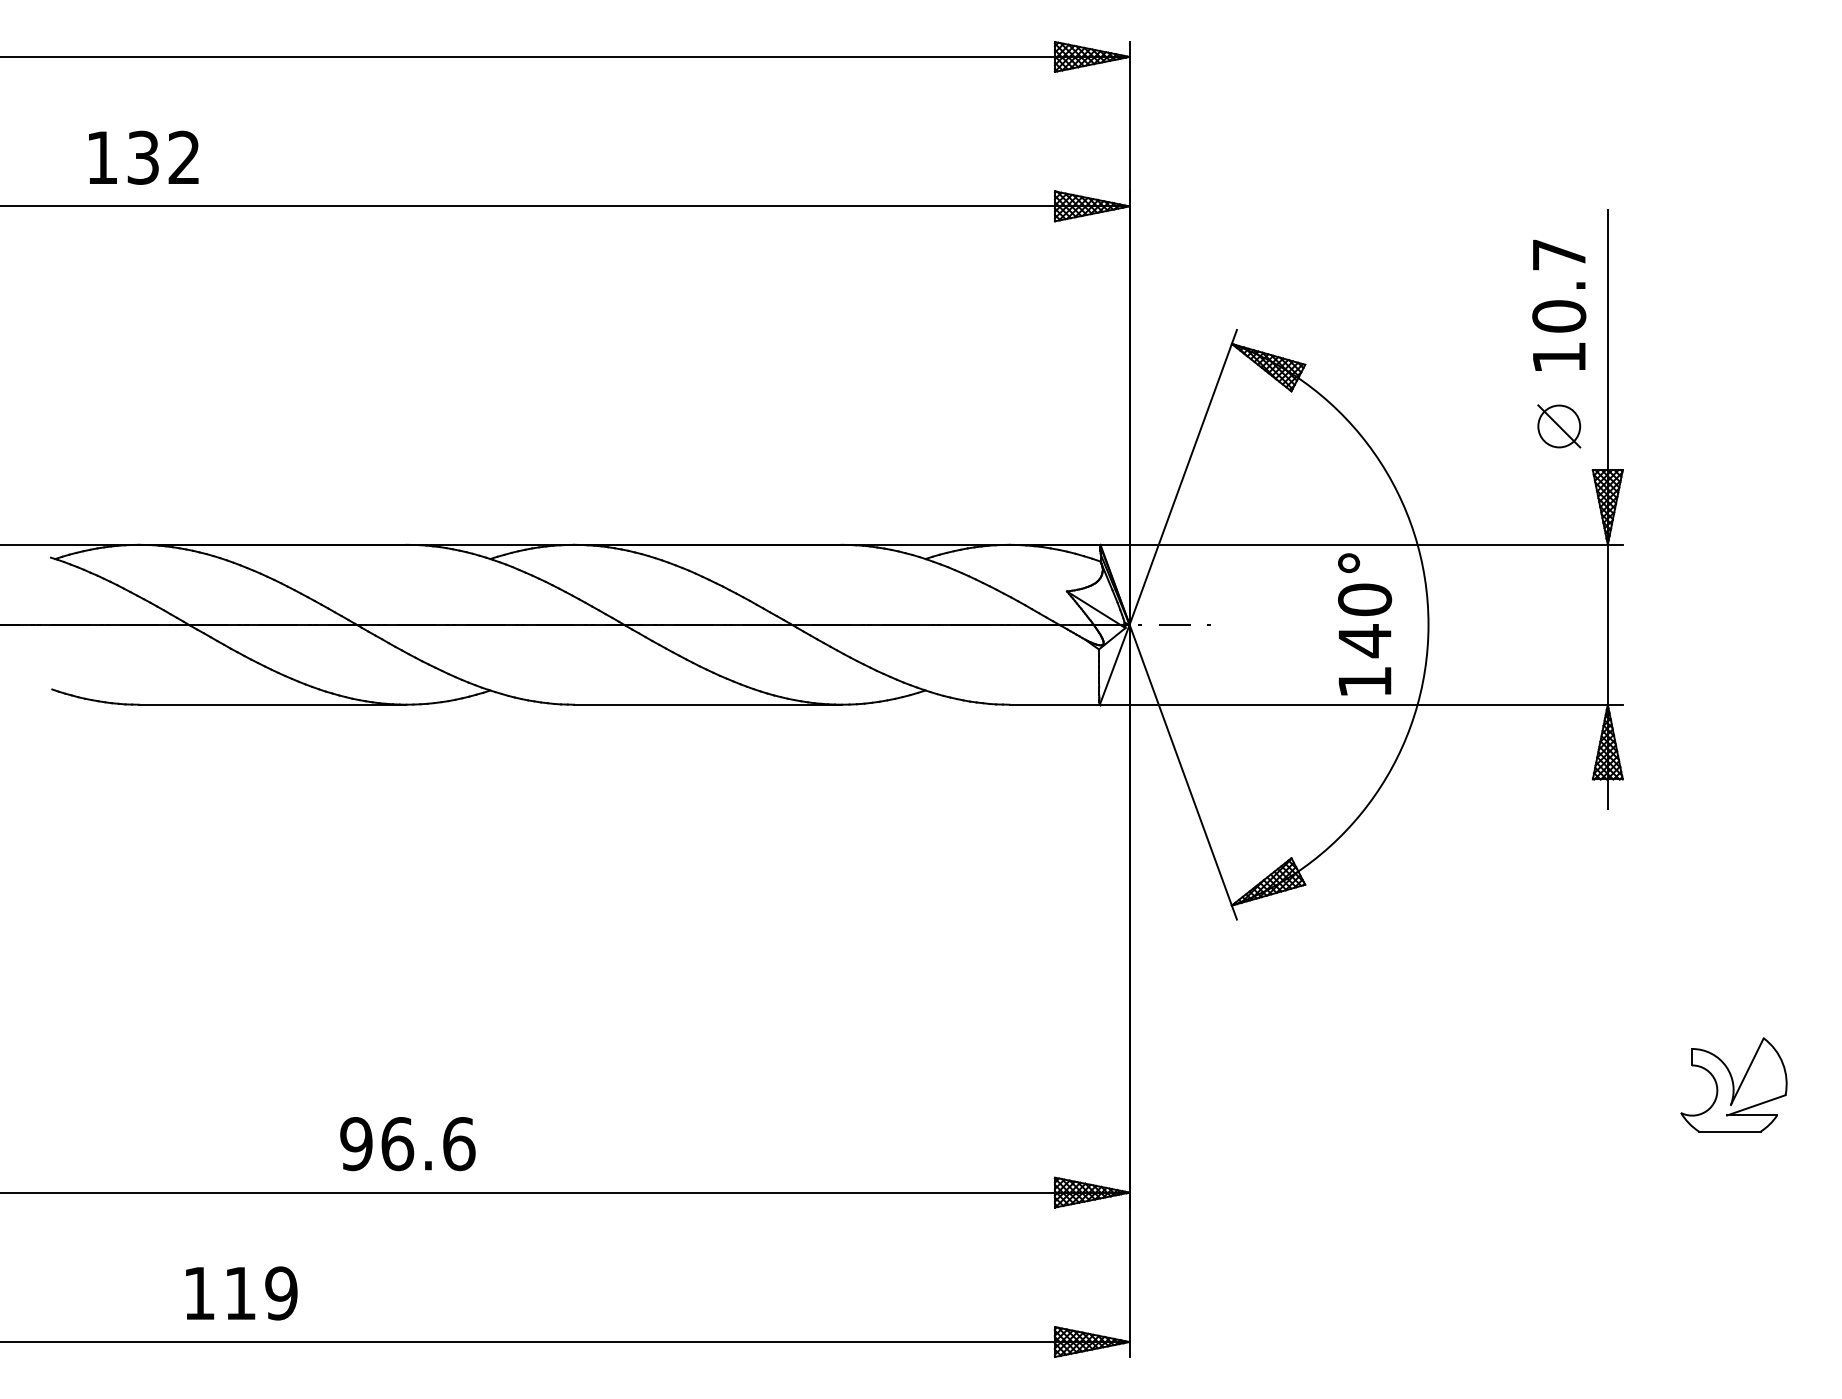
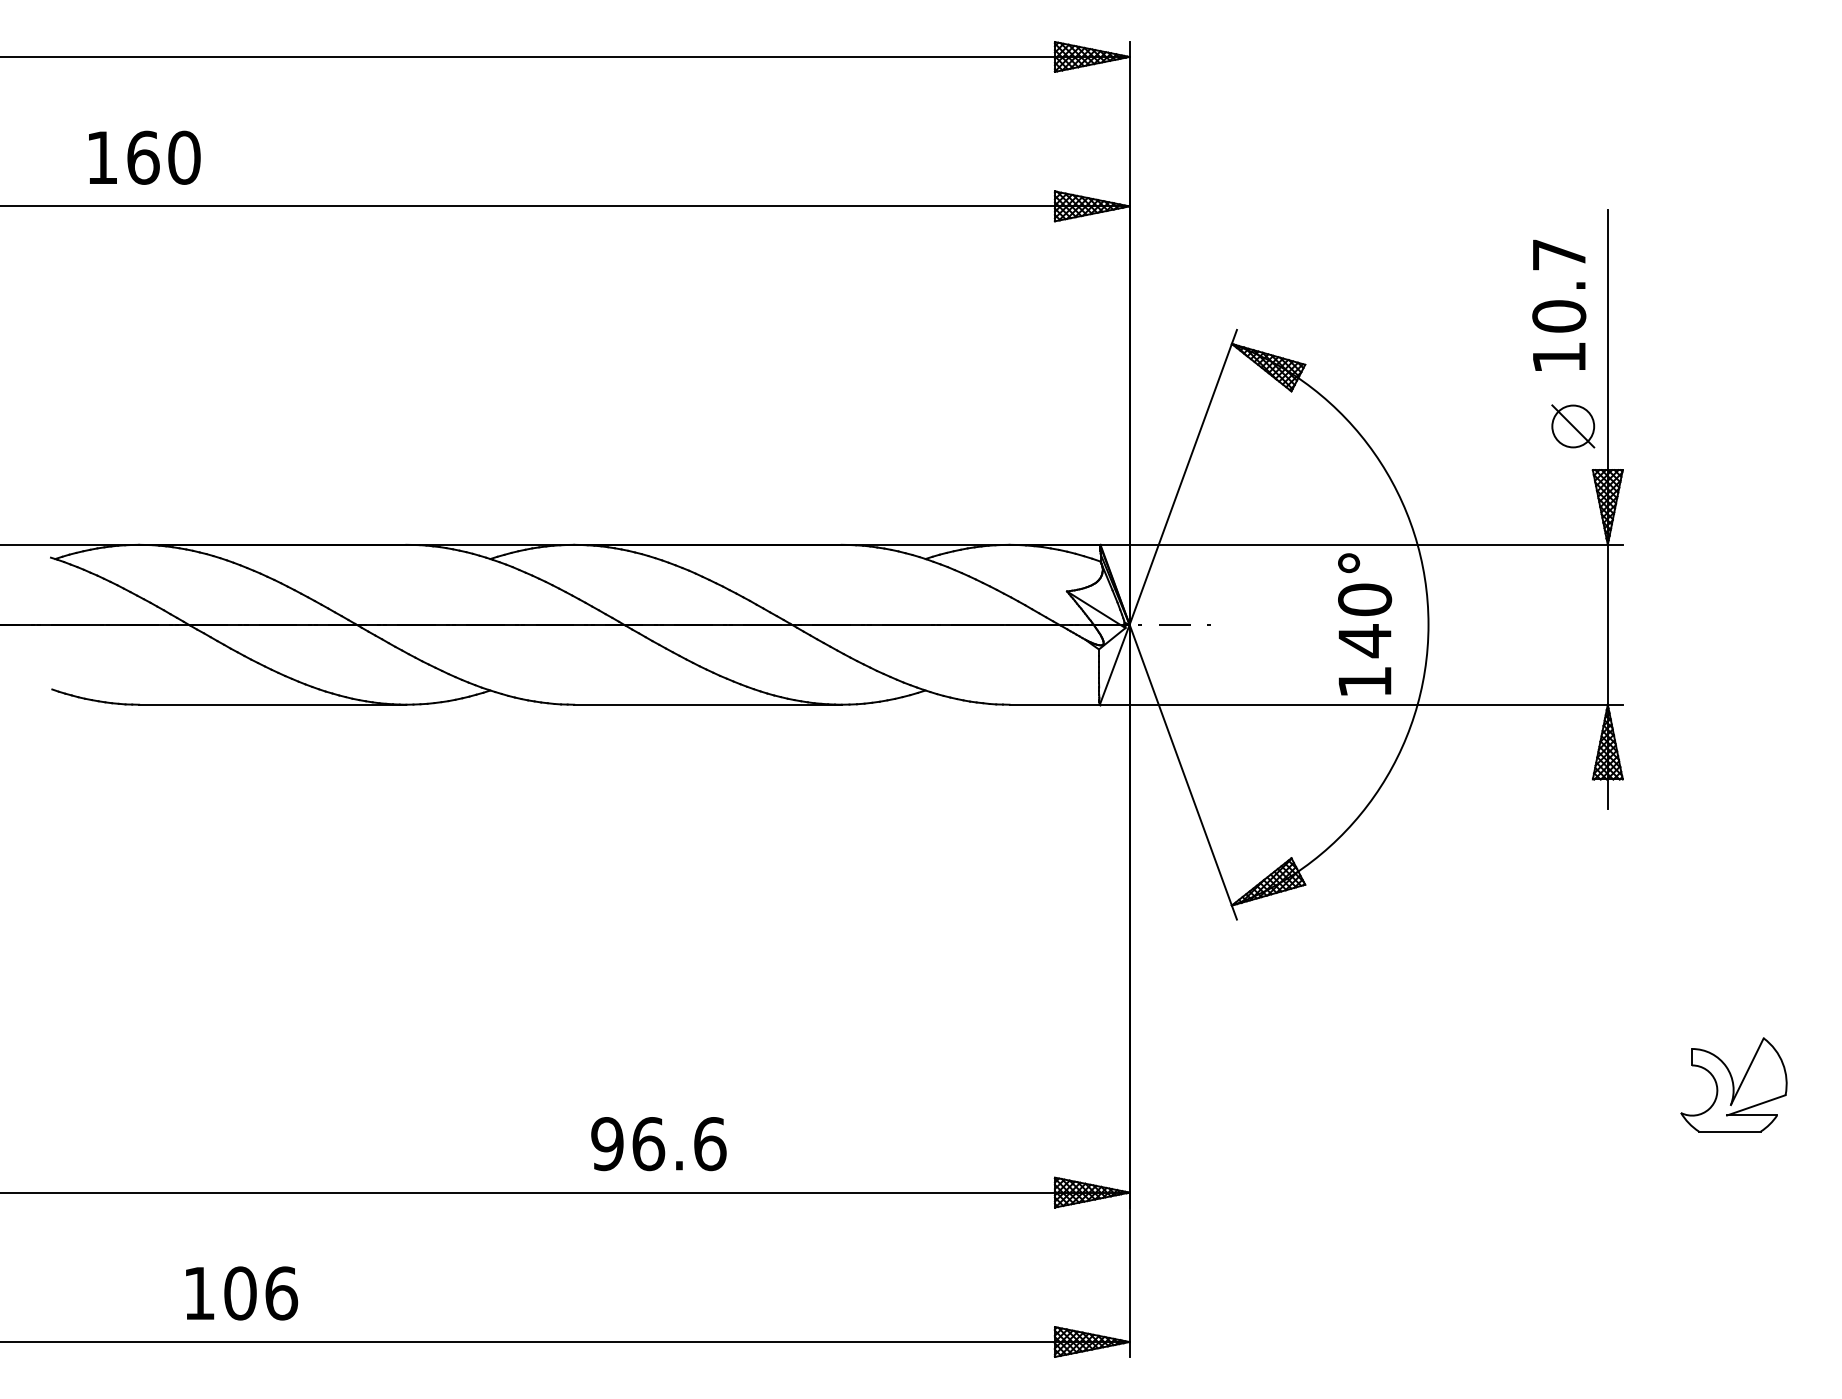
text at (163, 157): 132 -> 160
part at (1559, 426) position: (1559, 426) -> (1573, 426)
text at (407, 1144) position: (407, 1144) -> (658, 1144)
text at (261, 1293): 119 -> 106
